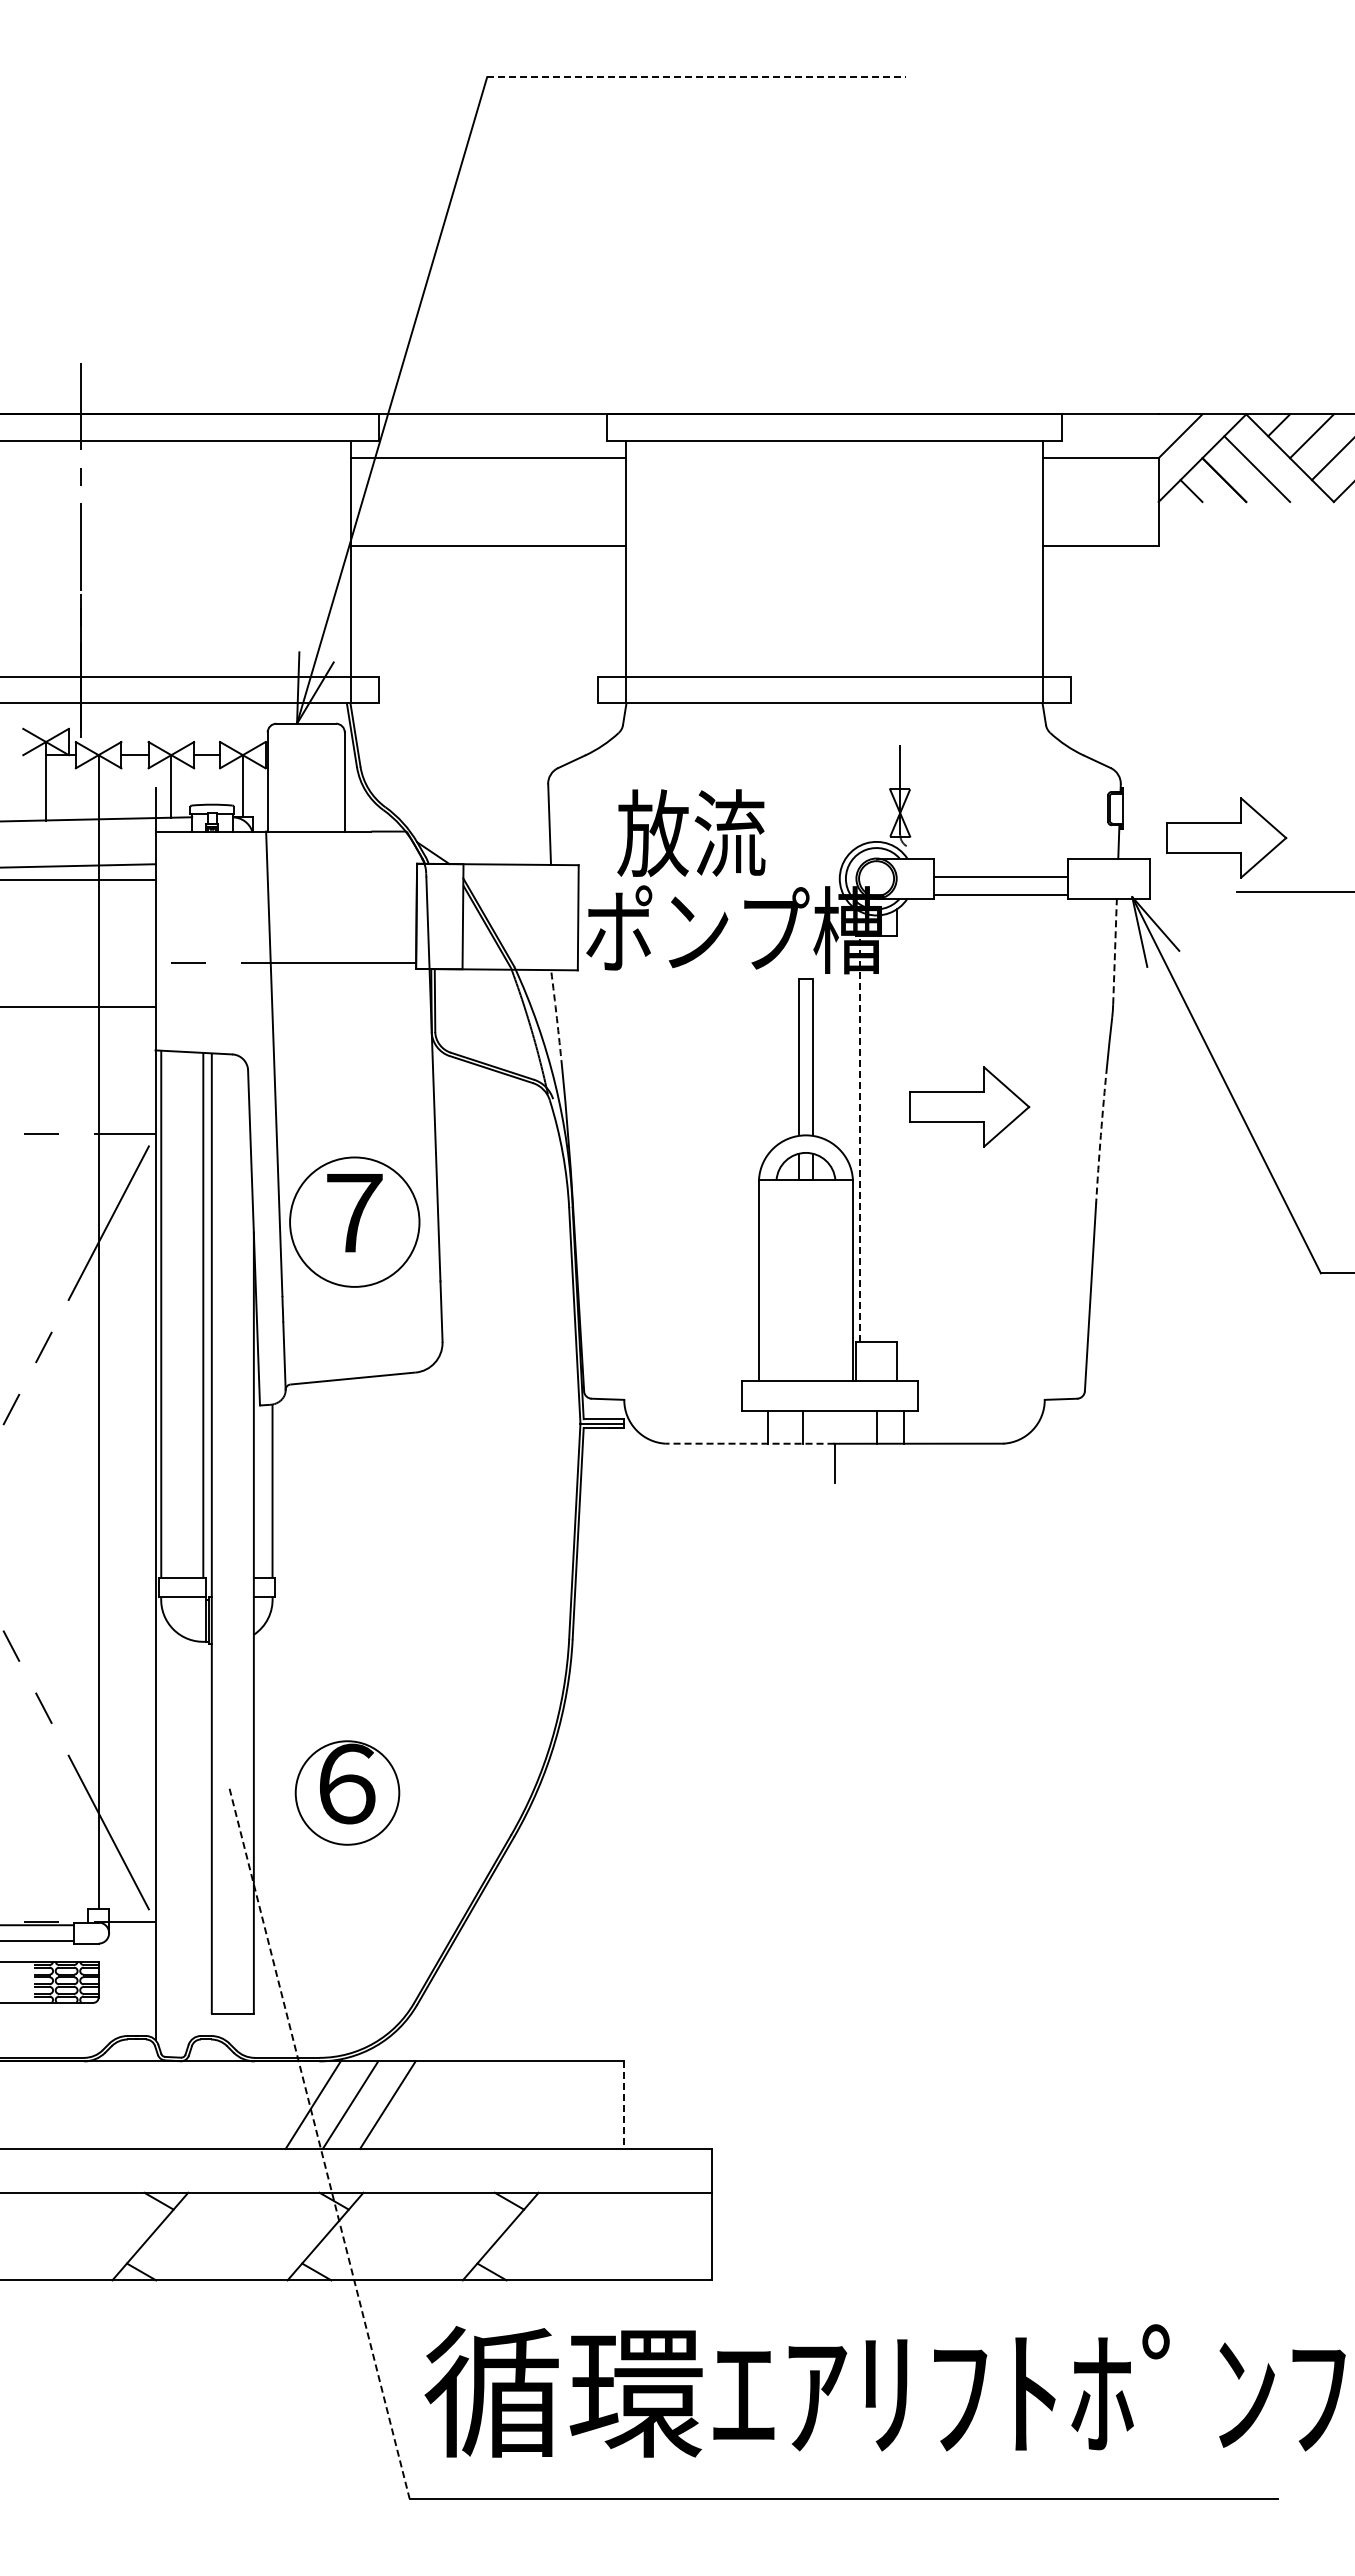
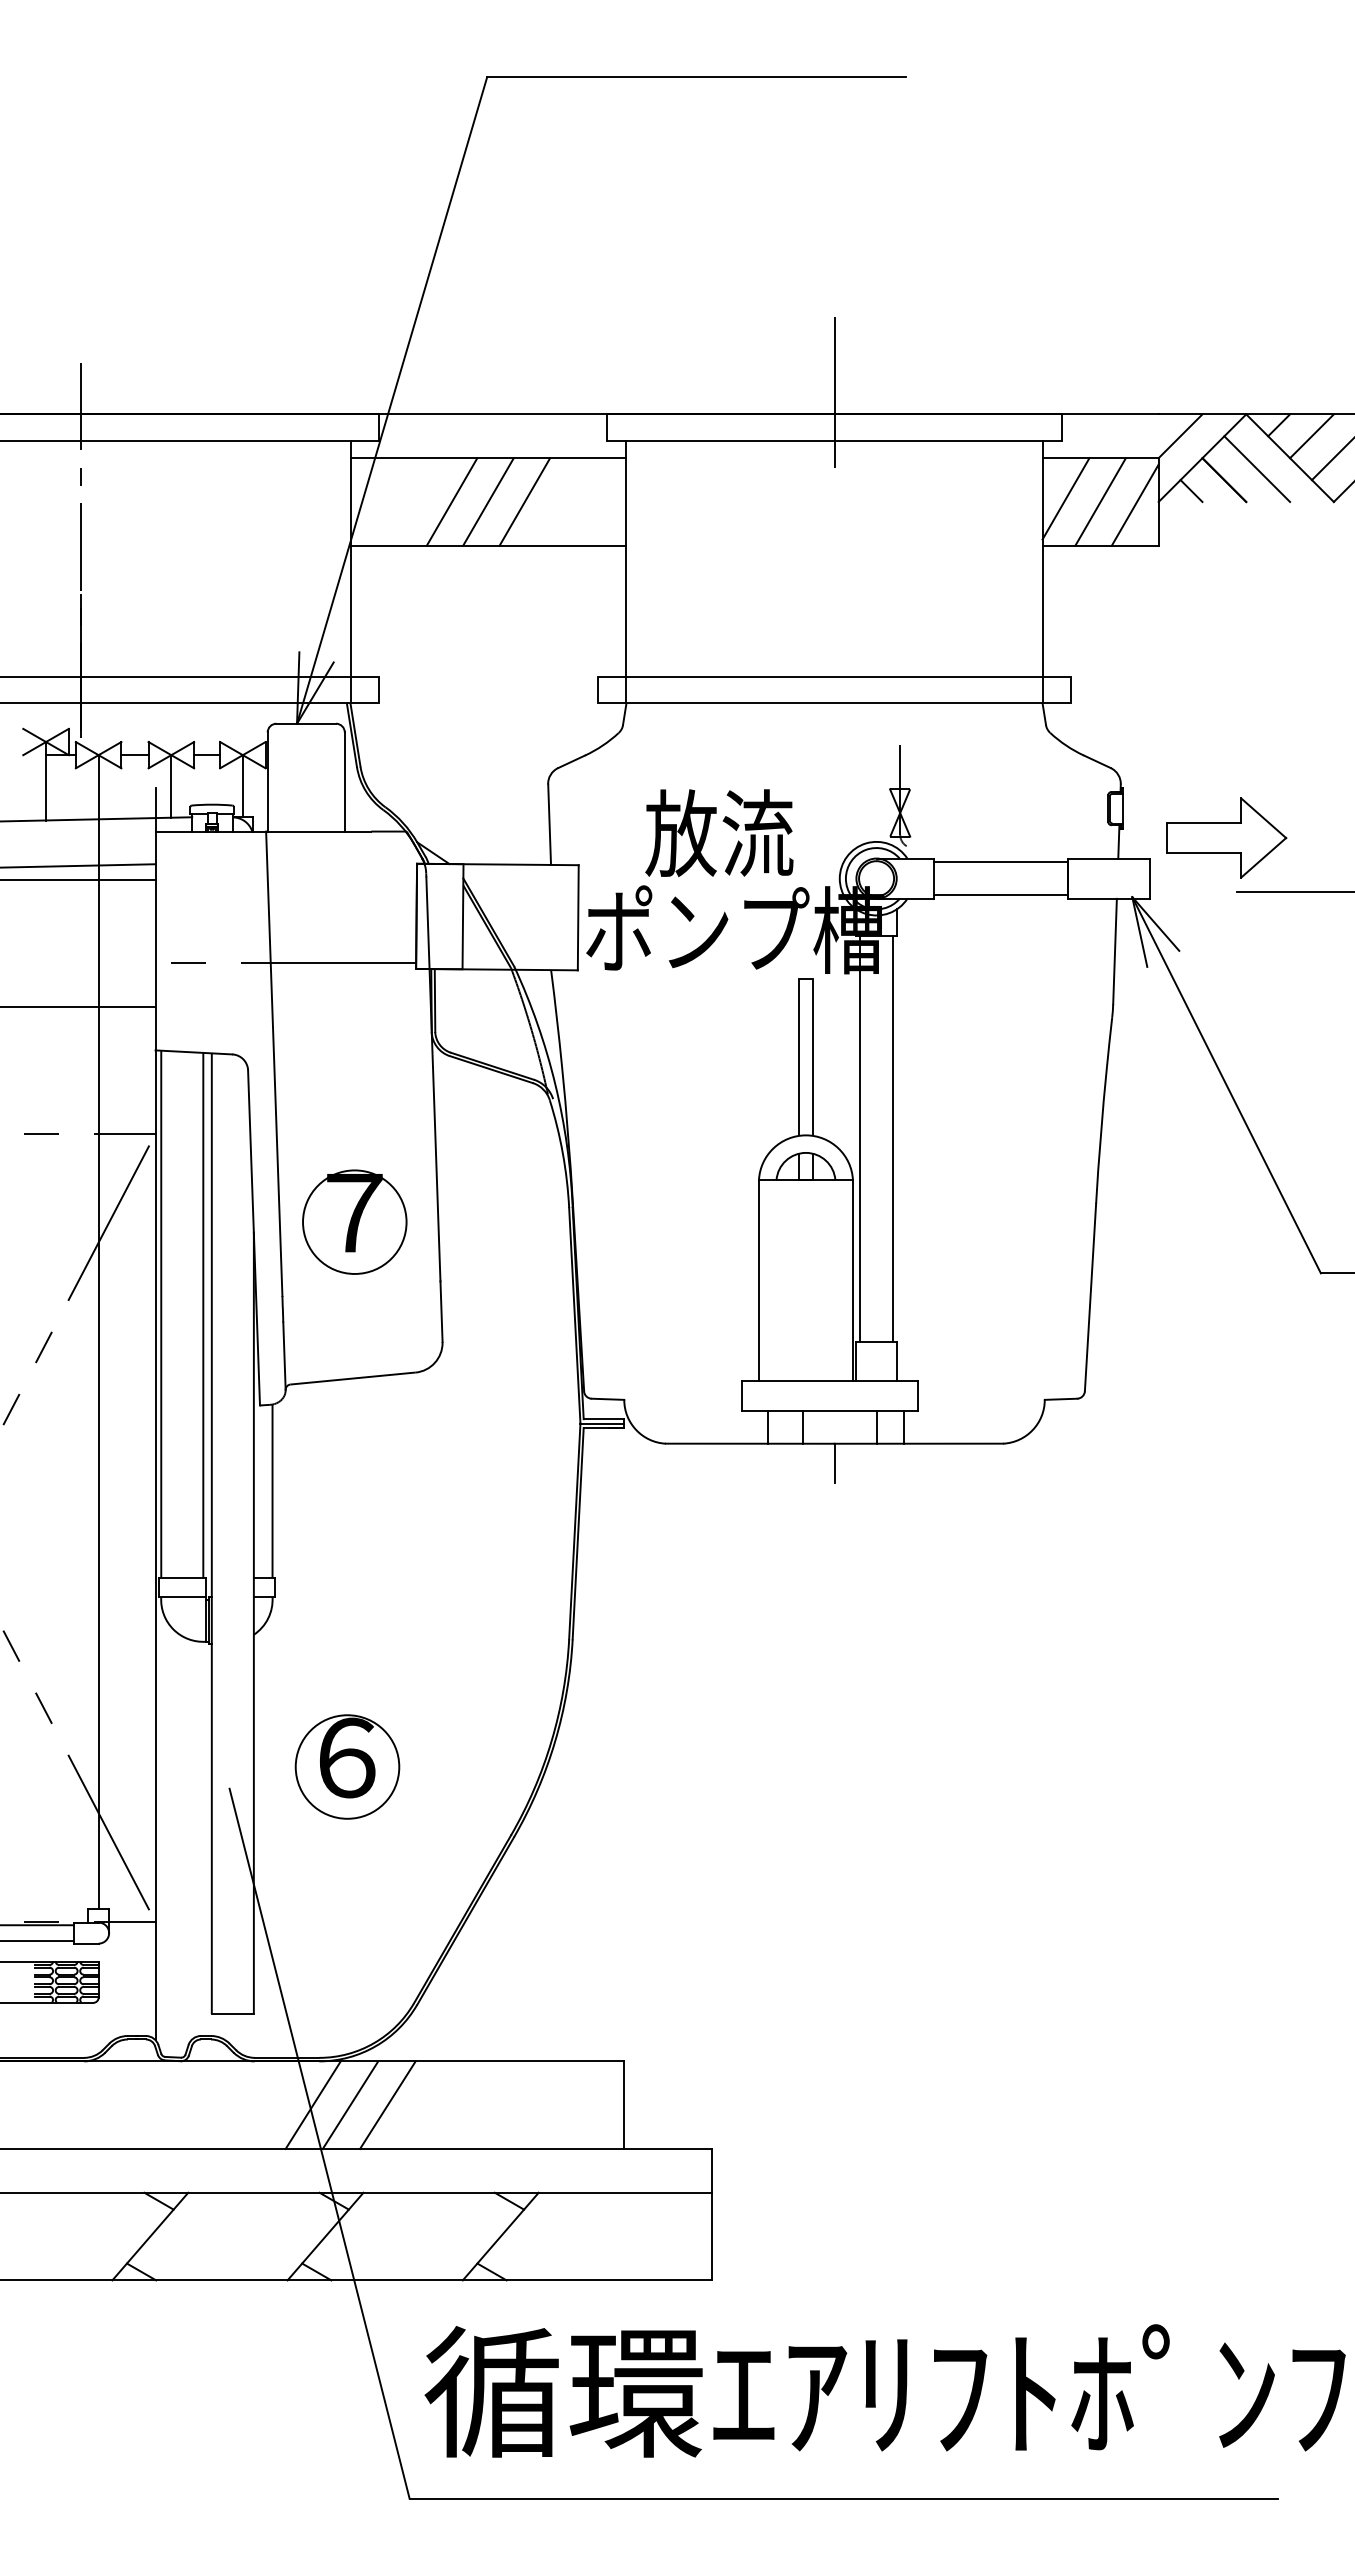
line at (697, 77): dashed -> solid
line at (834, 392): none -> present
line at (1065, 498): none -> present
line at (451, 501): none -> present
line at (488, 501): none -> present
line at (524, 501): none -> present
line at (1100, 501): none -> present
line at (1134, 504): none -> present
text at (691, 833) position: (691, 833) -> (719, 833)
line at (1000, 877) position: (1000, 877) -> (1000, 862)
line at (1115, 951): dashed -> solid
arc at (556, 1018): dashed -> solid
part at (969, 1106): present -> none
arc at (1100, 1135): dashed -> solid
line at (859, 1138): dashed -> solid
line at (893, 1138): none -> present
circle at (354, 1221) diameter: 129 px -> 104 px
line at (749, 1443): dashed -> solid
part at (347, 1792) position: (347, 1792) -> (347, 1766)
line at (624, 2105): dashed -> solid
line at (319, 2144): dashed -> solid
